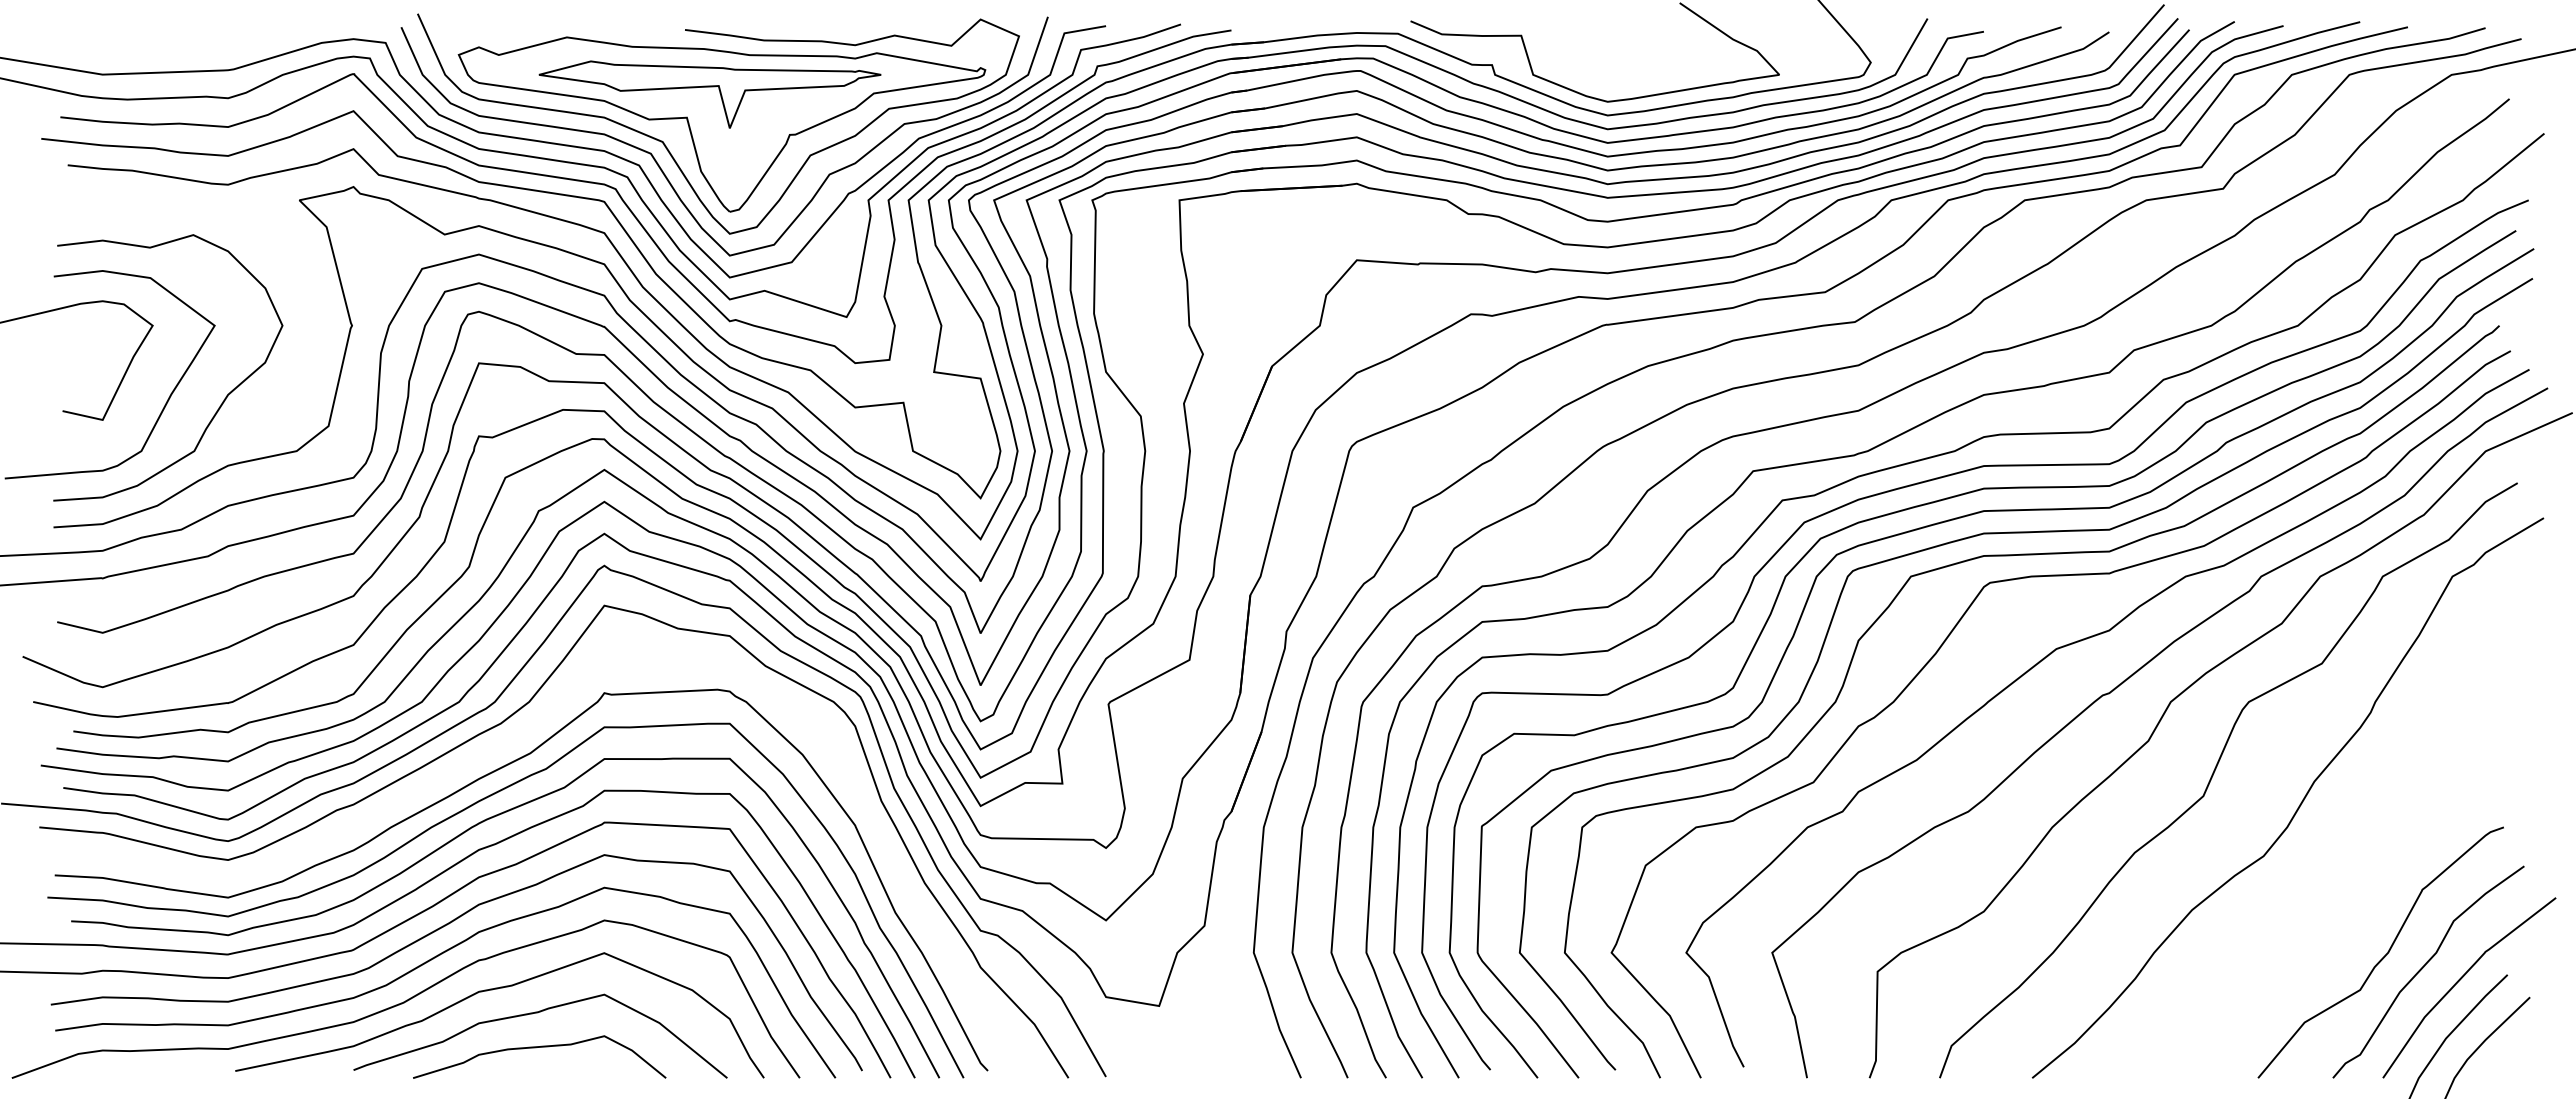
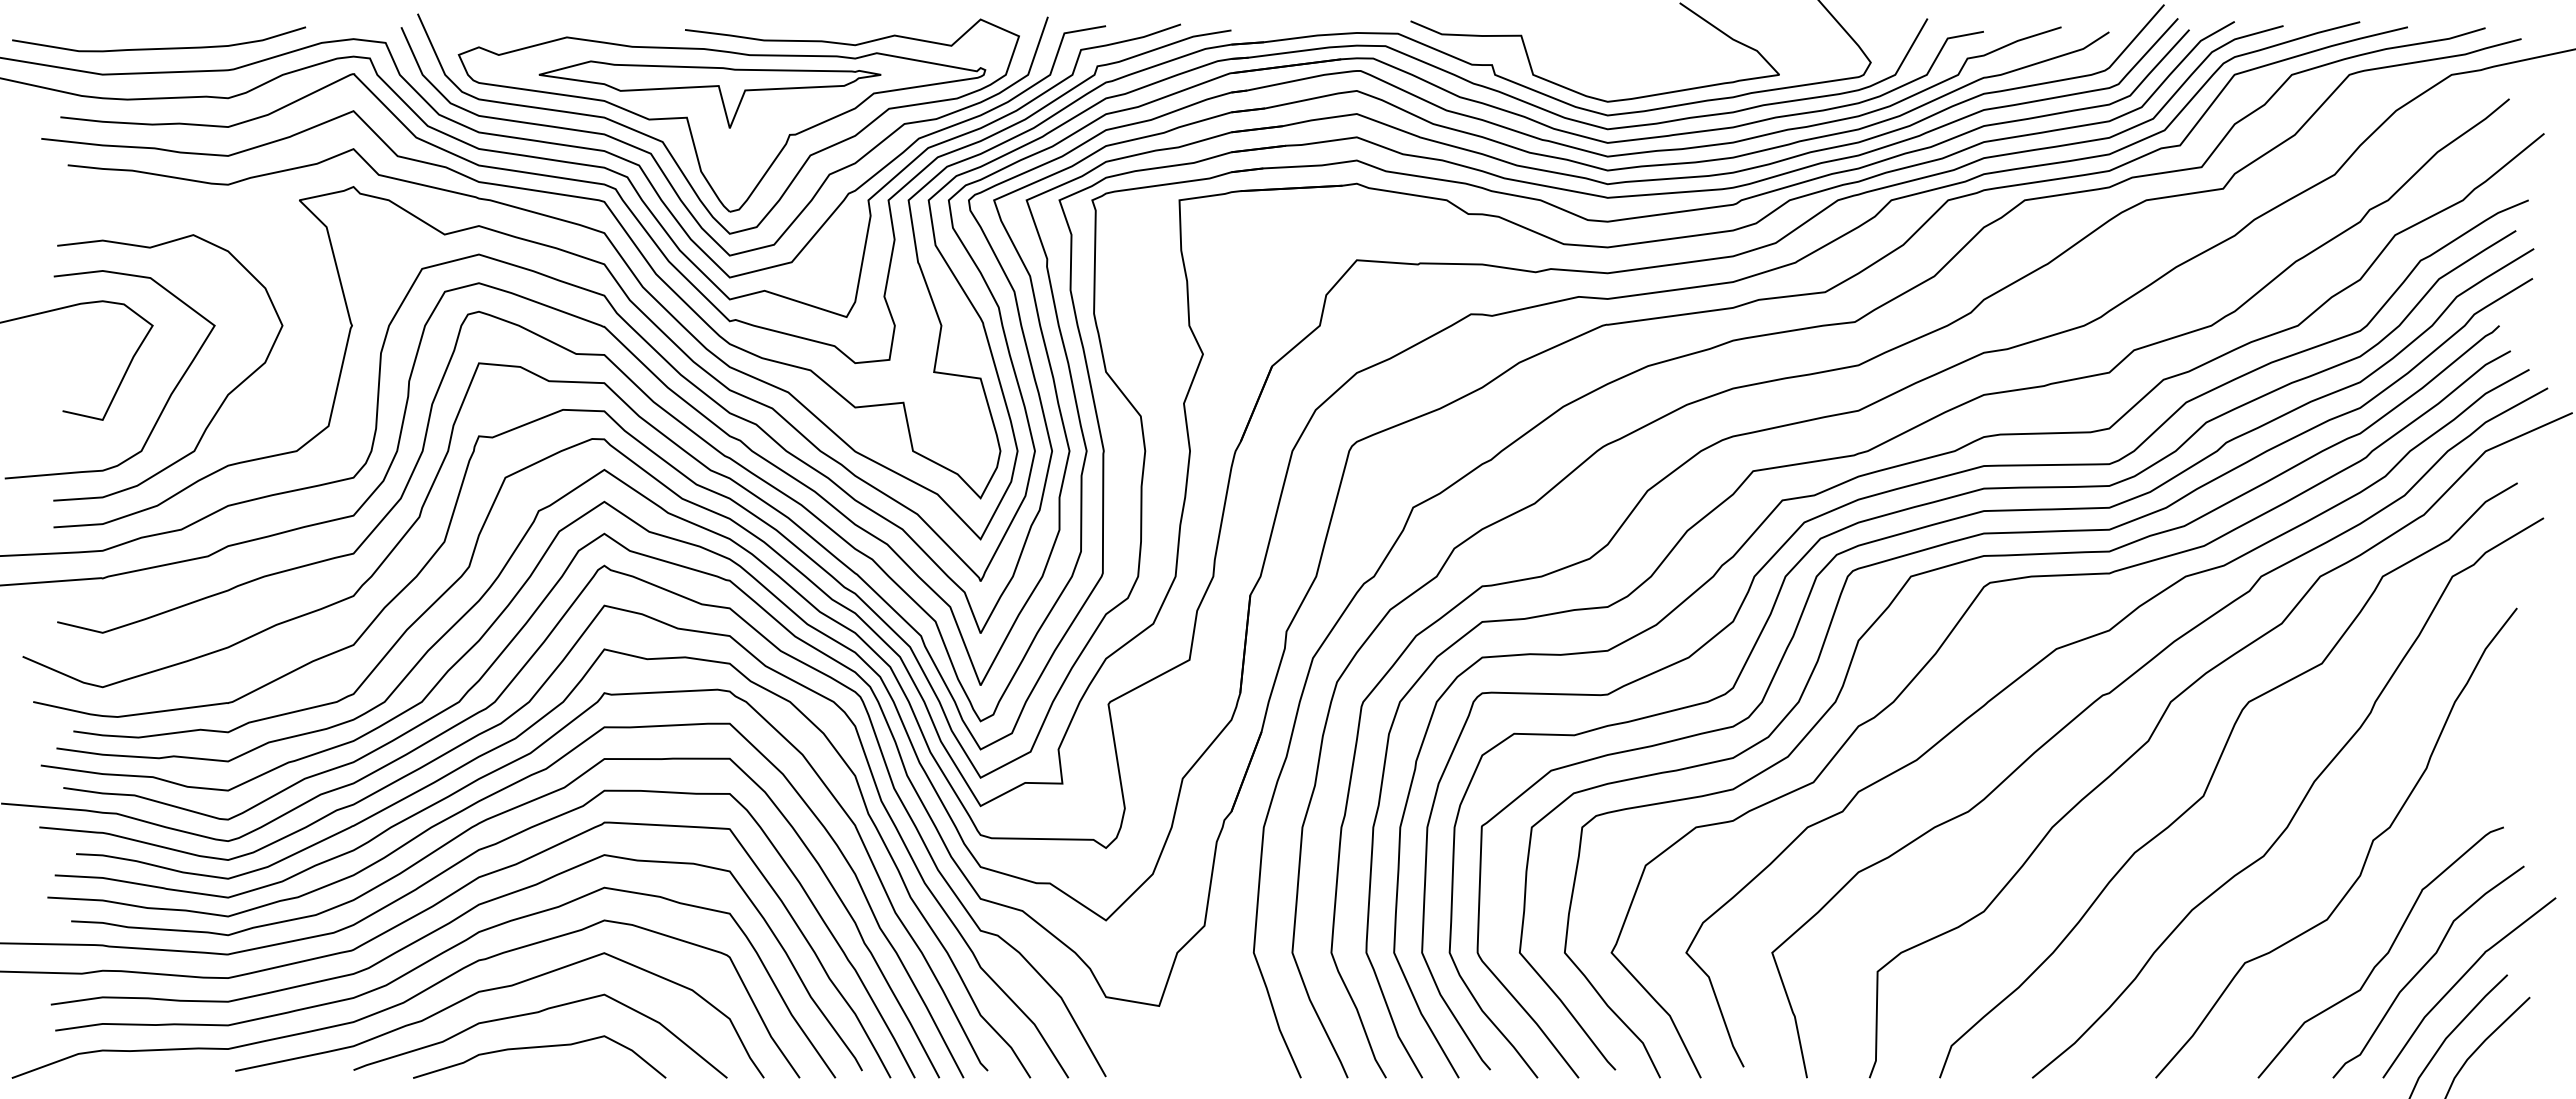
curve at (162, 47): none -> present
curve at (495, 749): none -> present
curve at (2367, 852): none -> present
